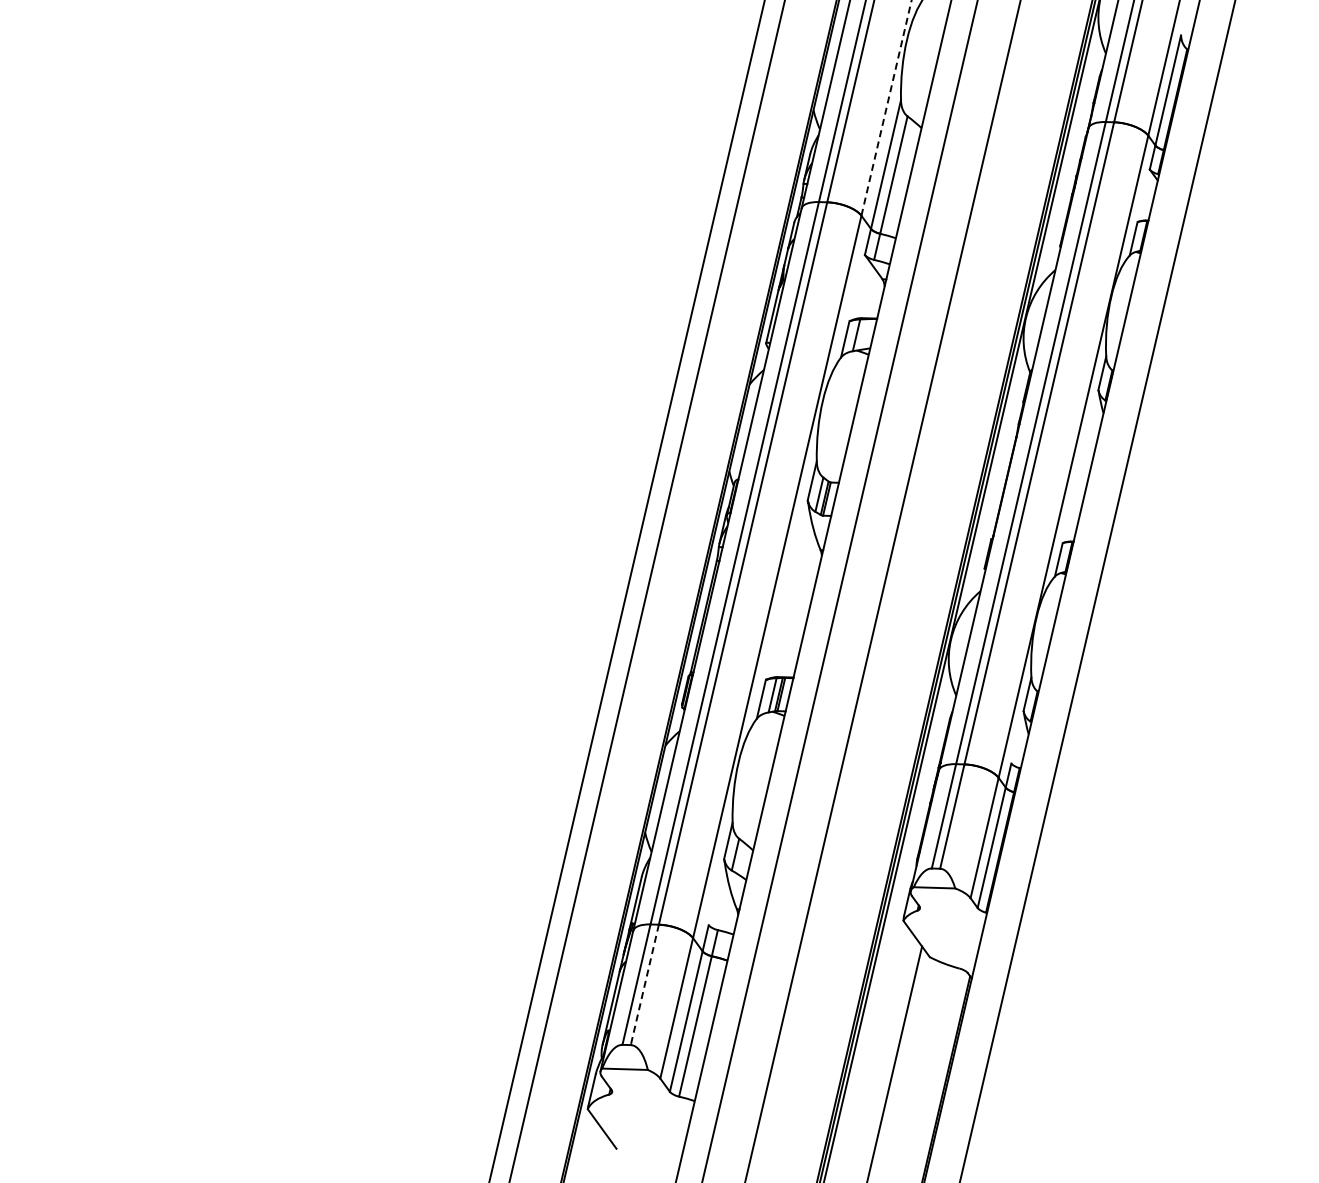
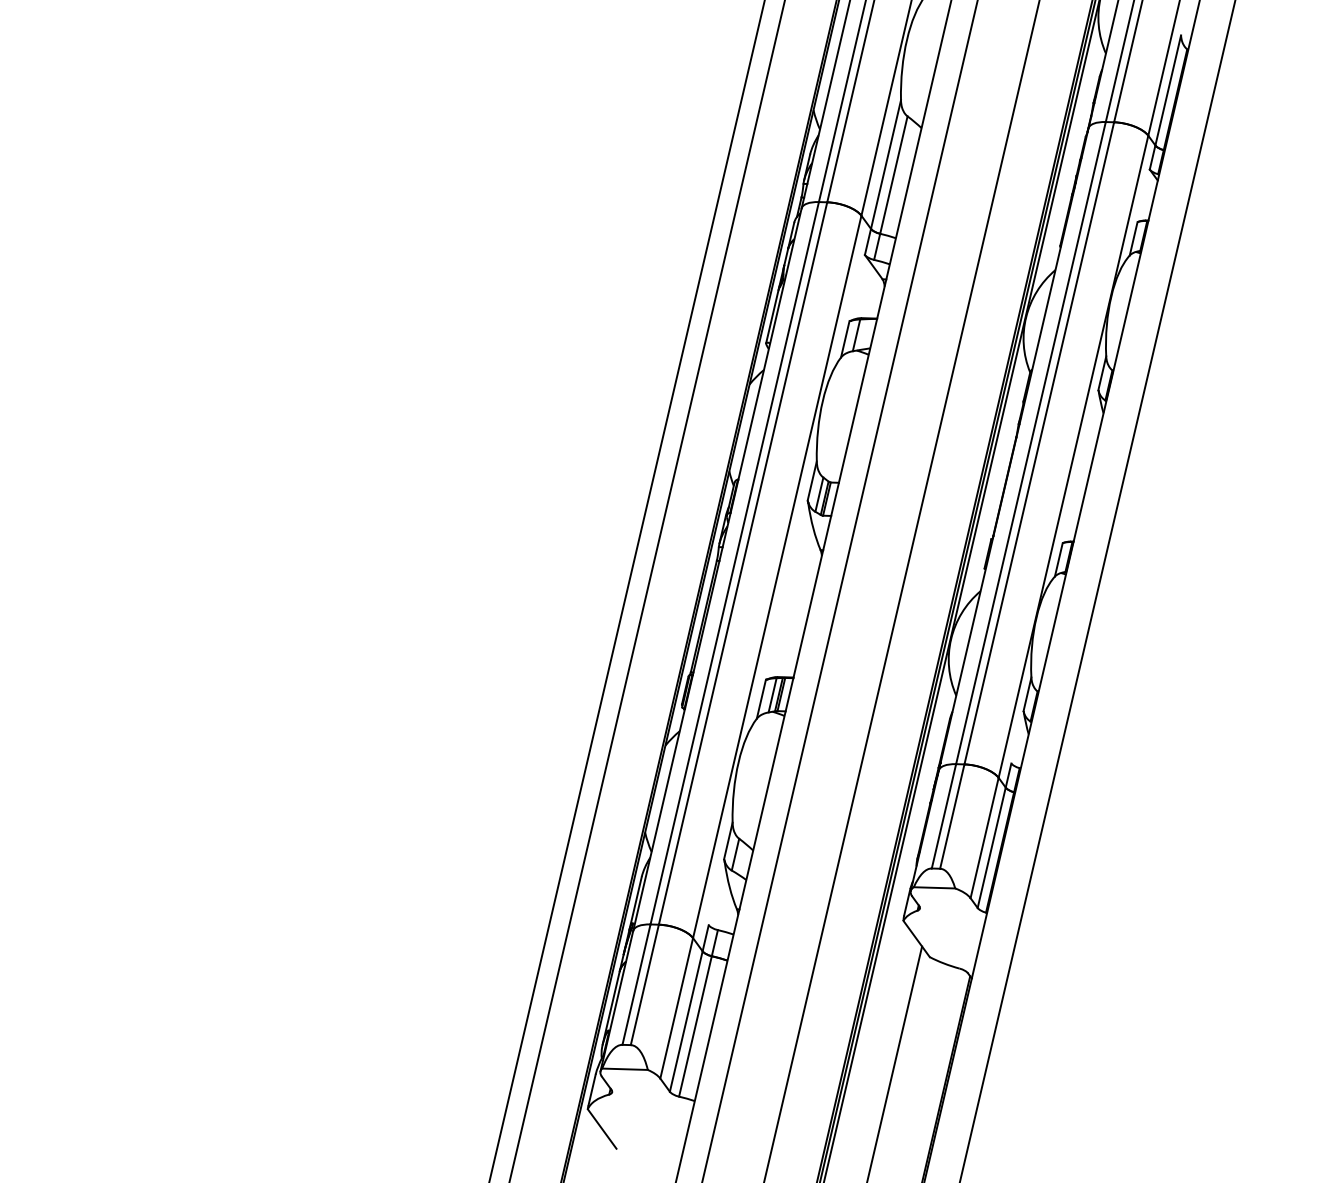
line at (886, 107): dashed -> solid
line at (882, 590) position: (882, 590) -> (901, 590)
line at (644, 984): dashed -> solid
